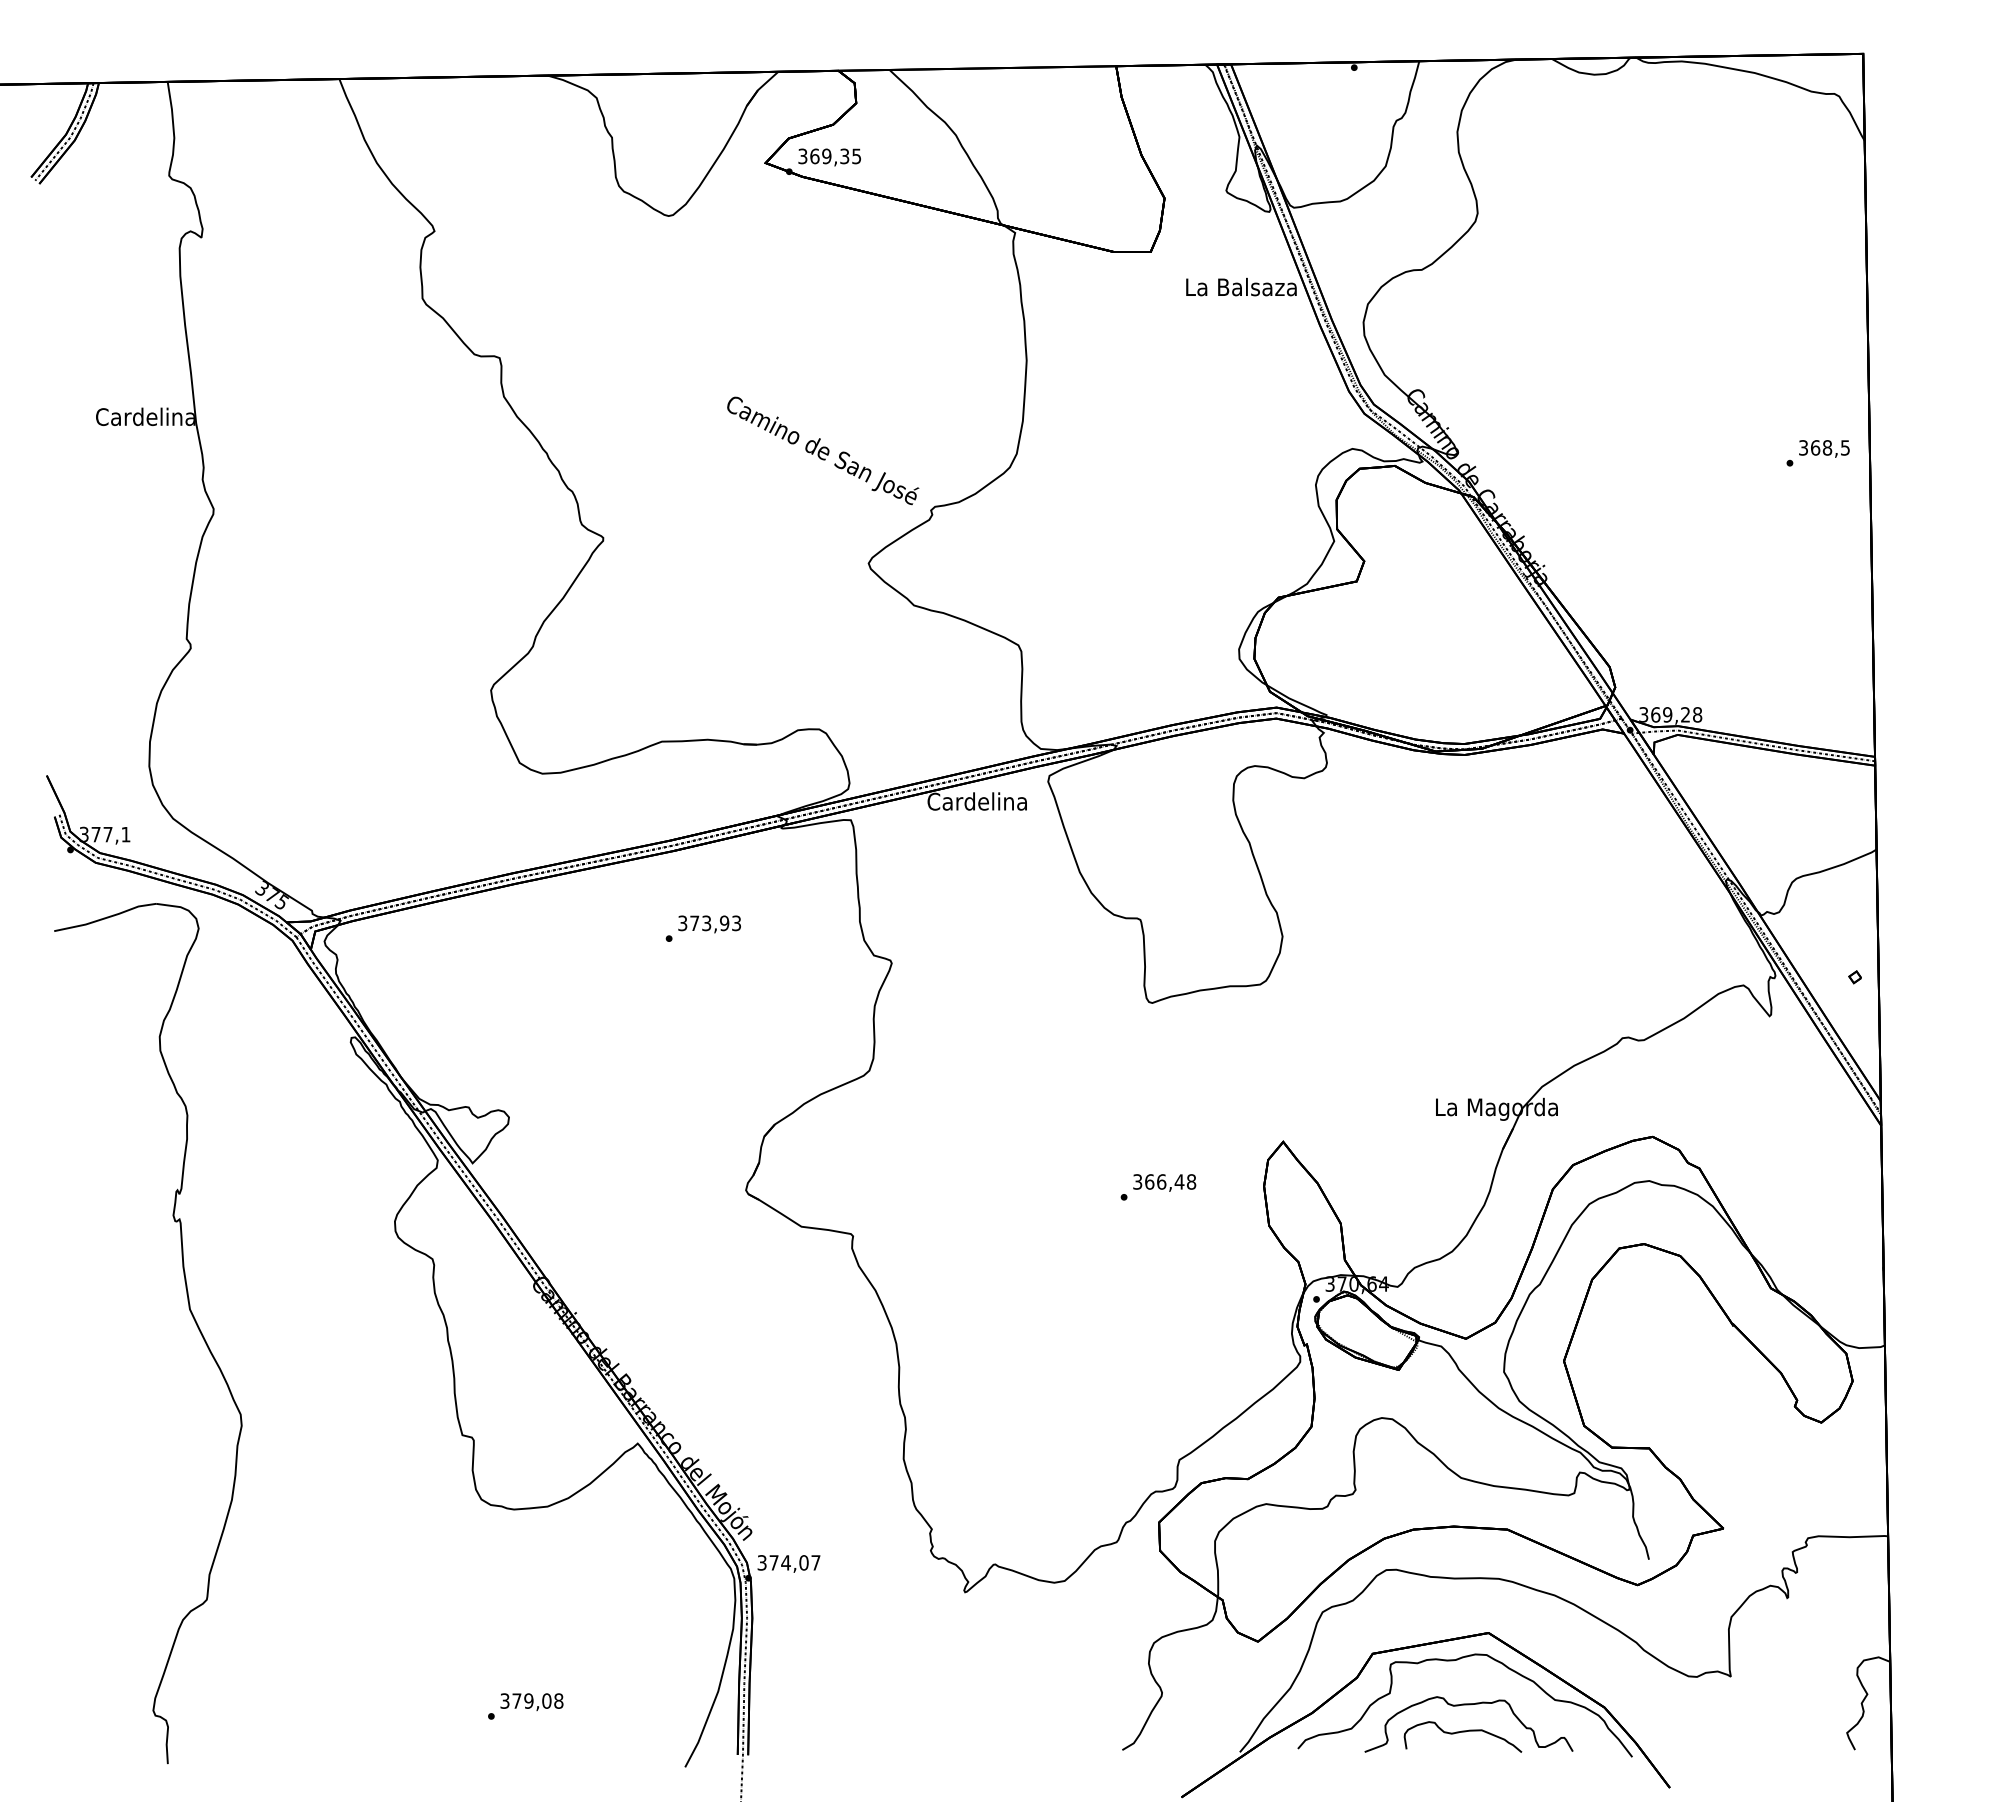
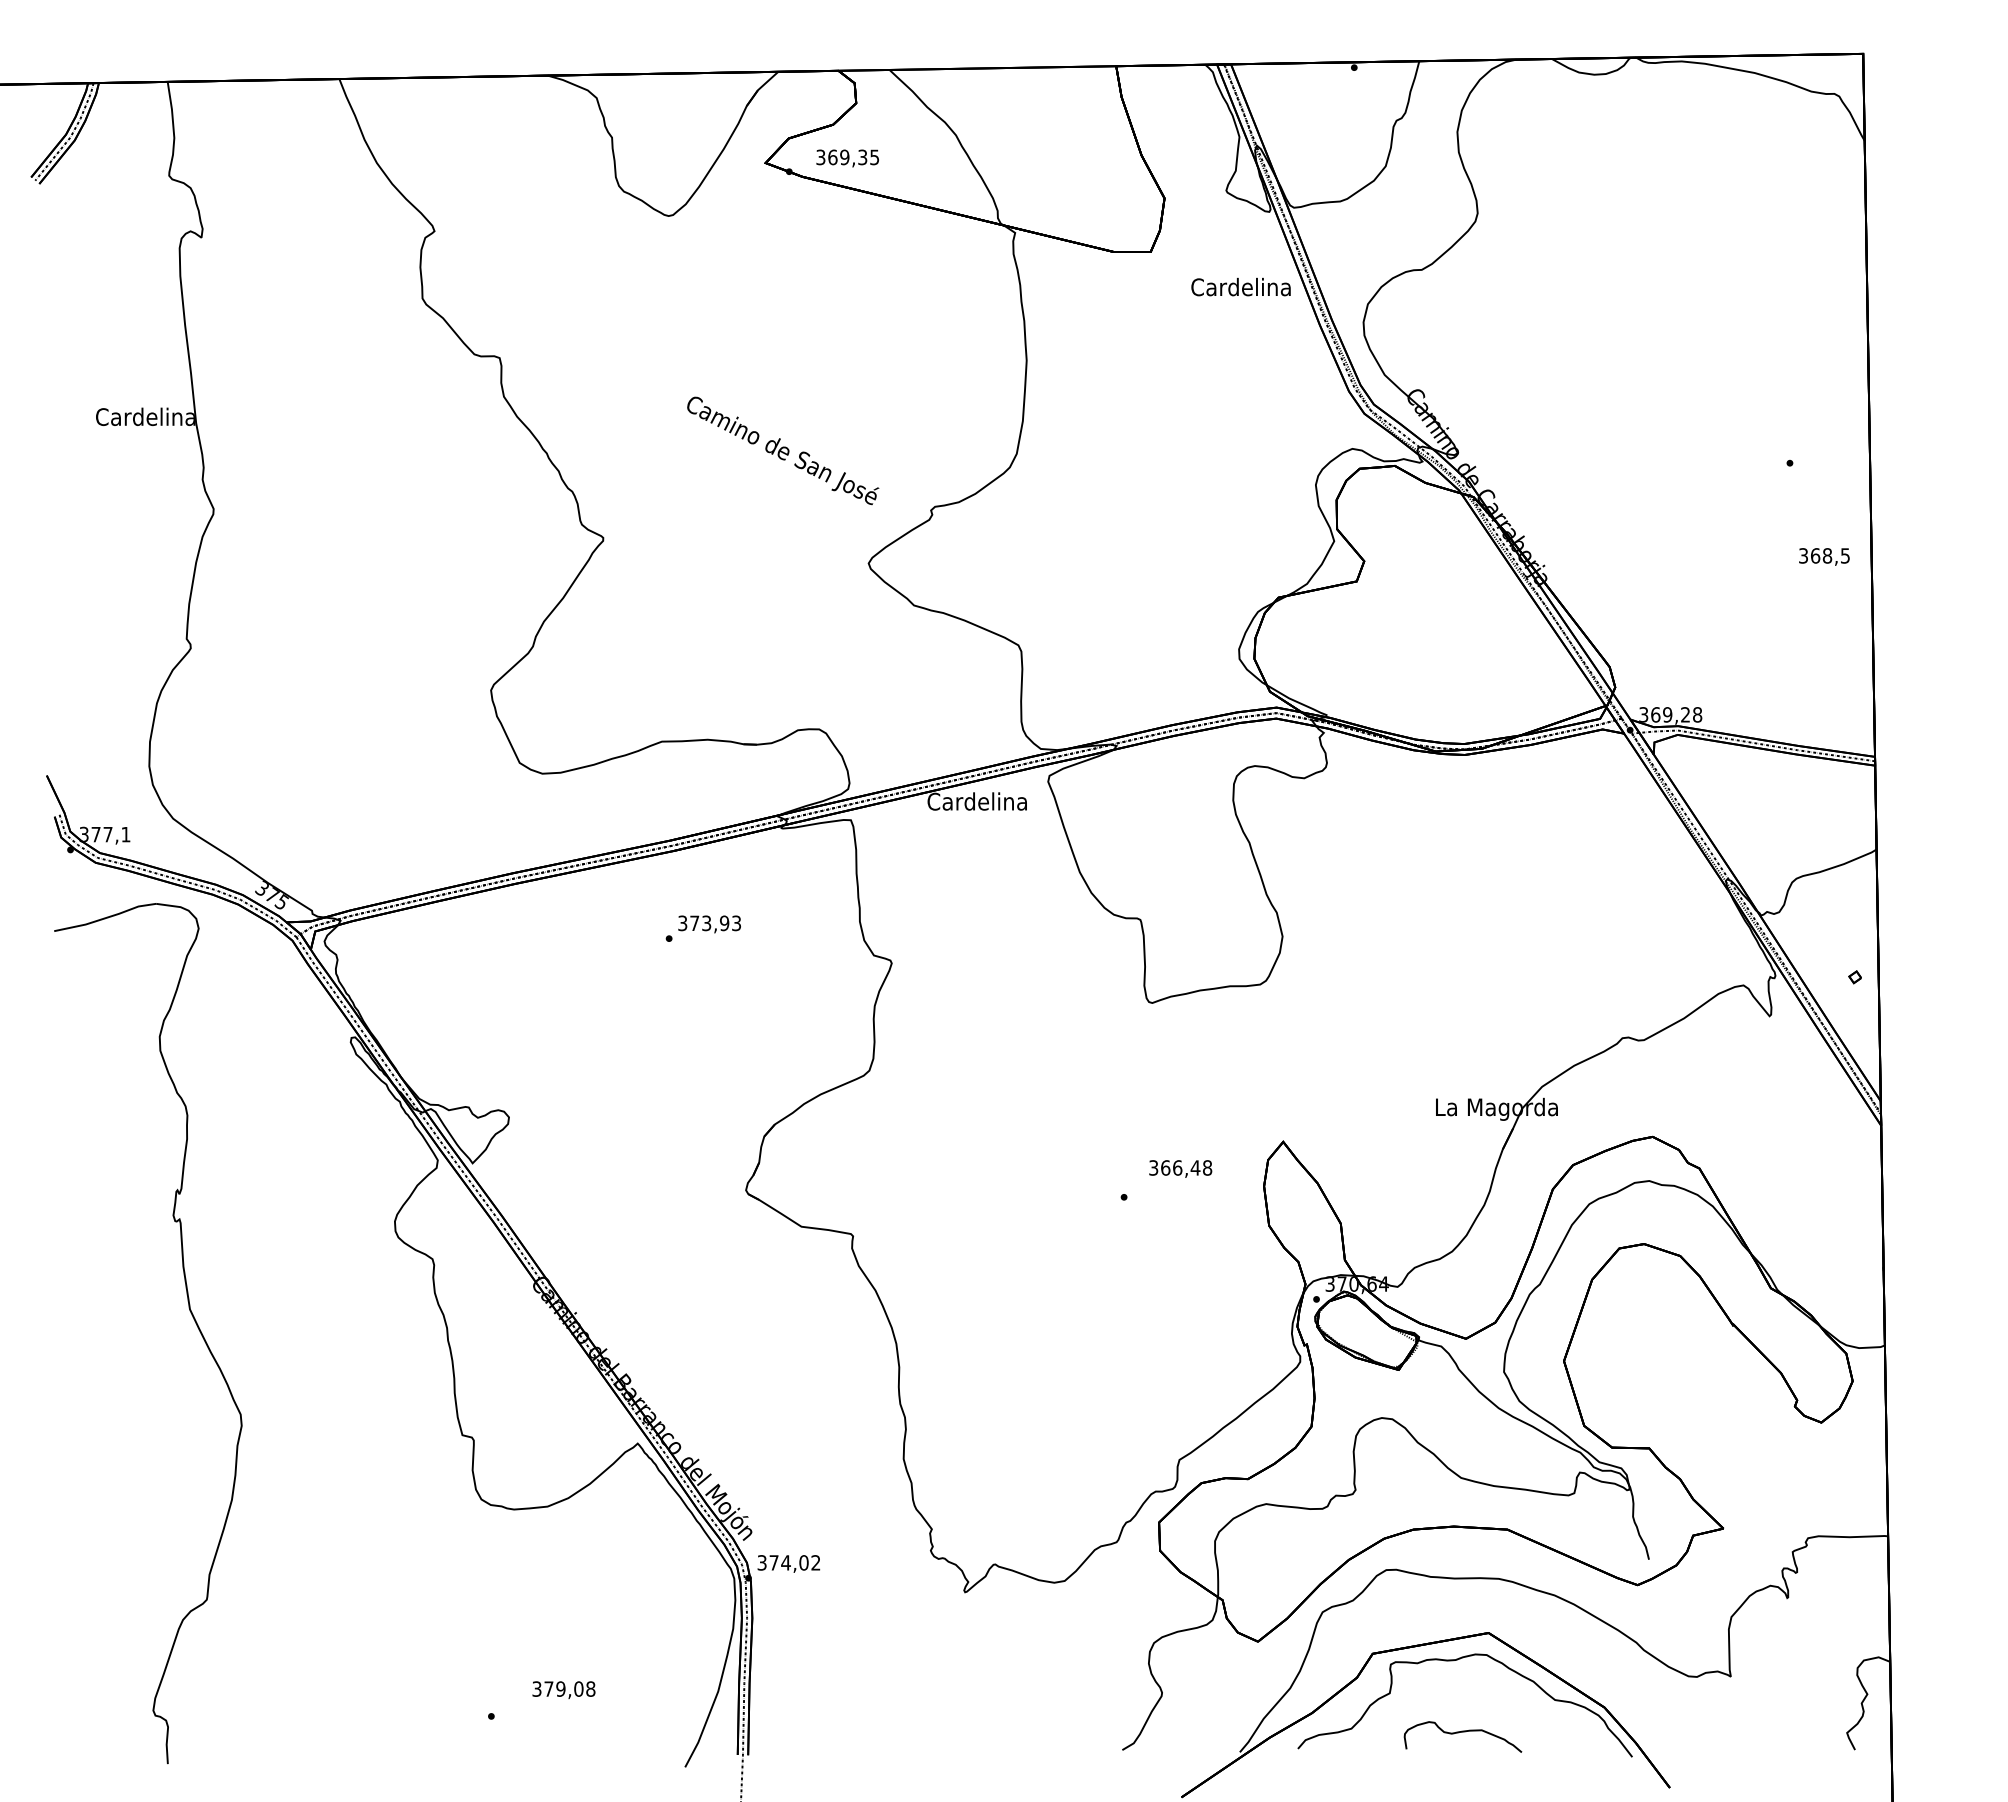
text at (829, 157) position: (829, 157) -> (847, 158)
text at (1241, 286): La Balsaza -> Cardelina
text at (1824, 448) position: (1824, 448) -> (1824, 556)
text at (823, 450) position: (823, 450) -> (783, 450)
text at (1164, 1182) position: (1164, 1182) -> (1180, 1168)
text at (815, 1562): 374,07 -> 374,02
text at (531, 1701) position: (531, 1701) -> (563, 1689)
curve at (1468, 1705): present -> none
